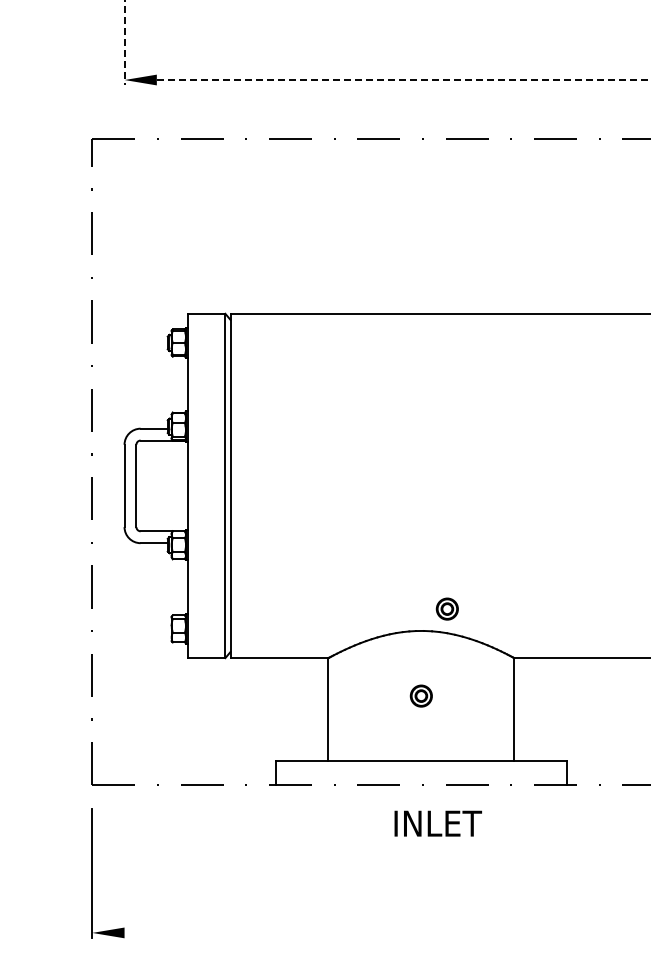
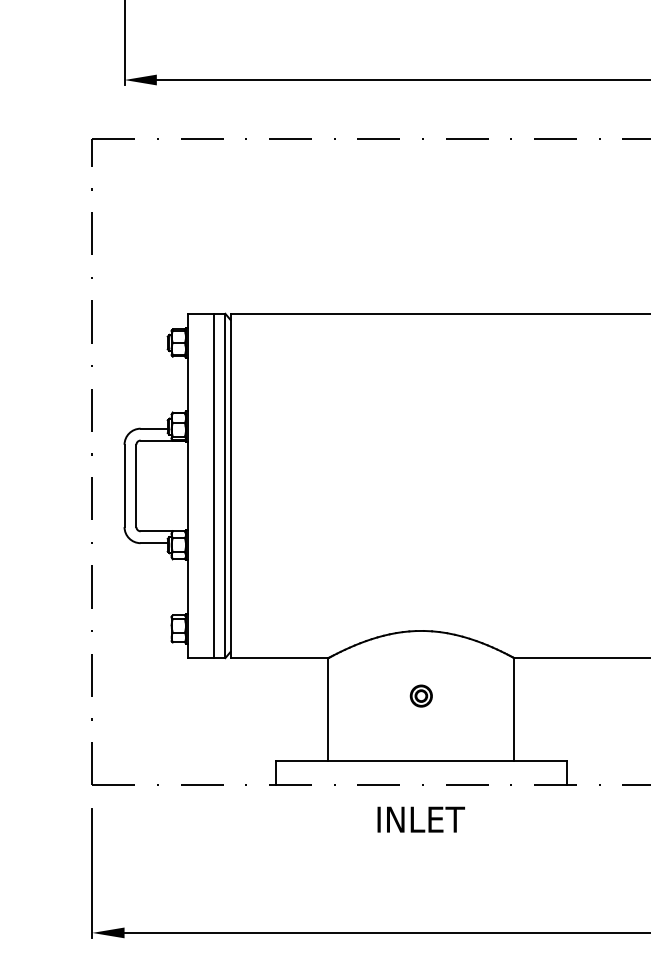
line at (124, 43): dashed -> solid
line at (403, 80): dashed -> solid
line at (213, 485): none -> present
part at (446, 608): present -> none
text at (437, 823) position: (437, 823) -> (420, 819)
line at (385, 932): none -> present
